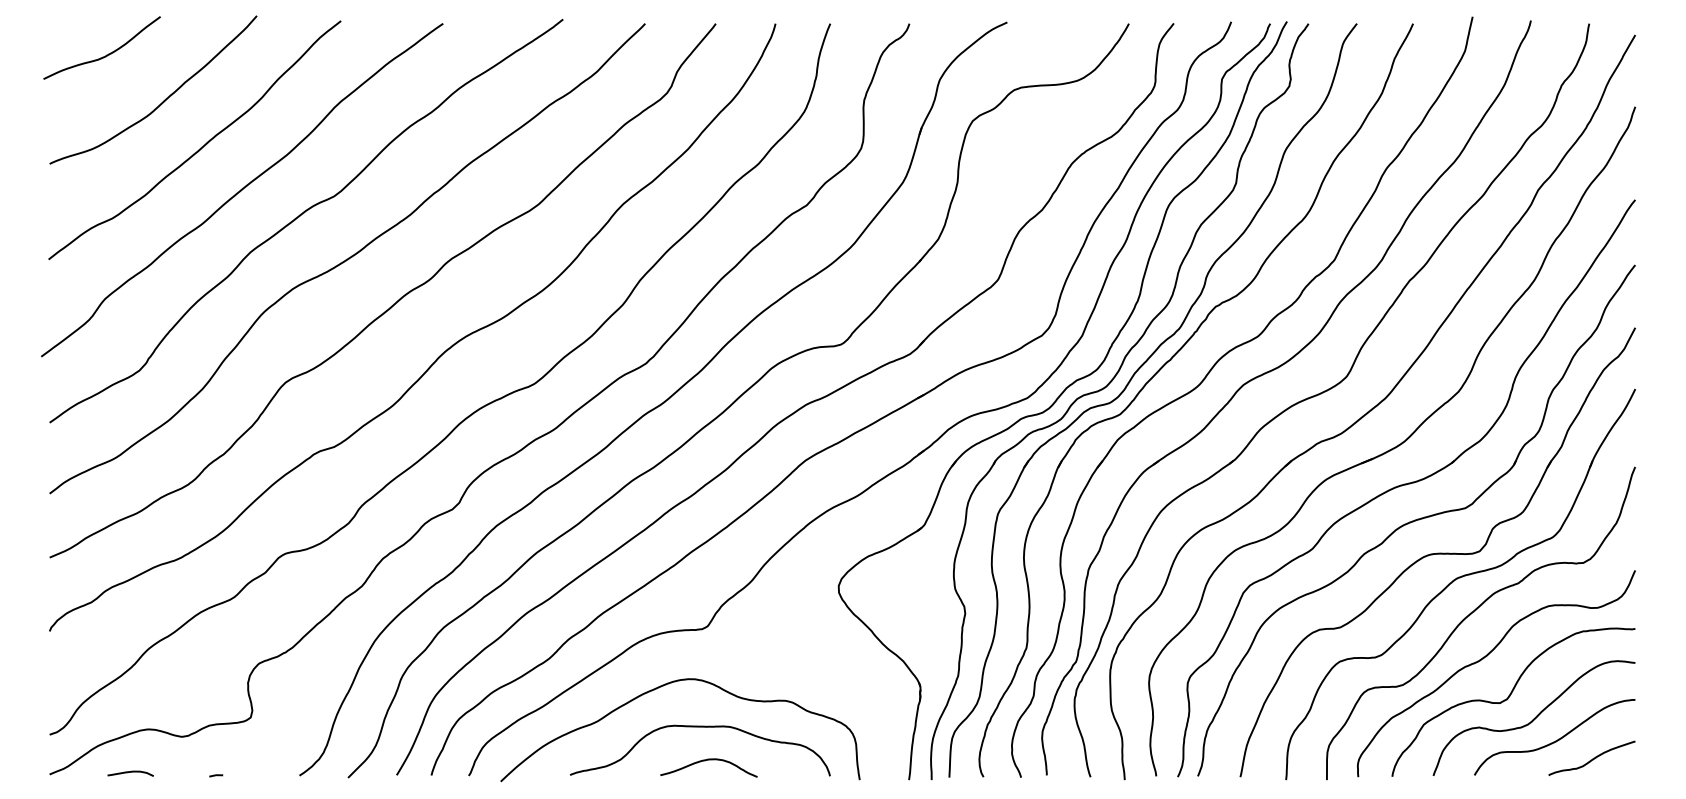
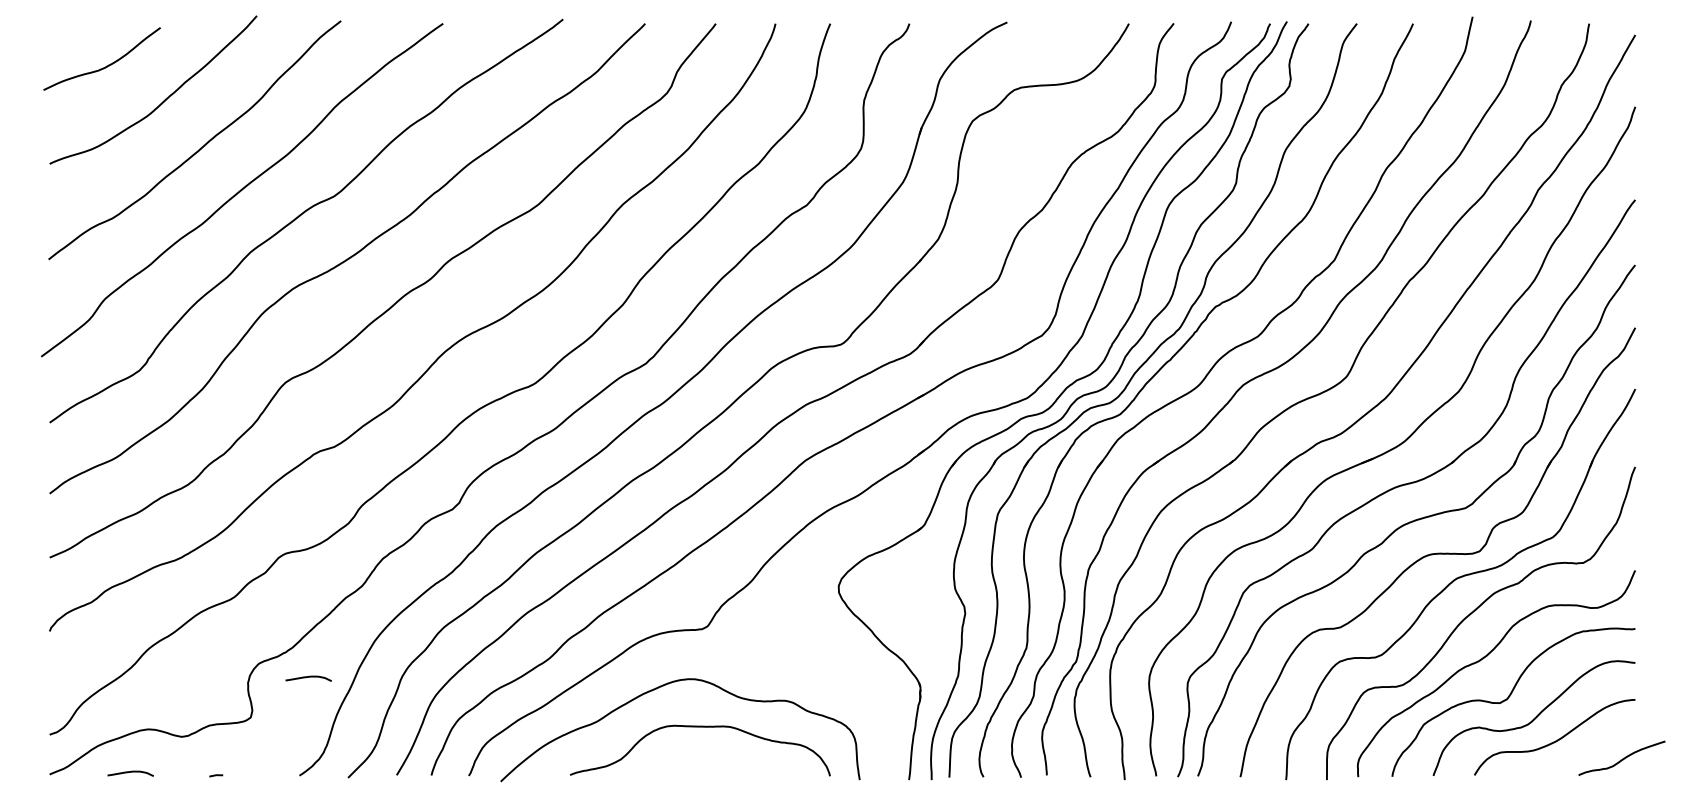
curve at (106, 54) position: (106, 54) -> (106, 65)
curve at (308, 677): none -> present
curve at (1592, 758) position: (1592, 758) -> (1622, 758)
curve at (705, 761): present -> none
